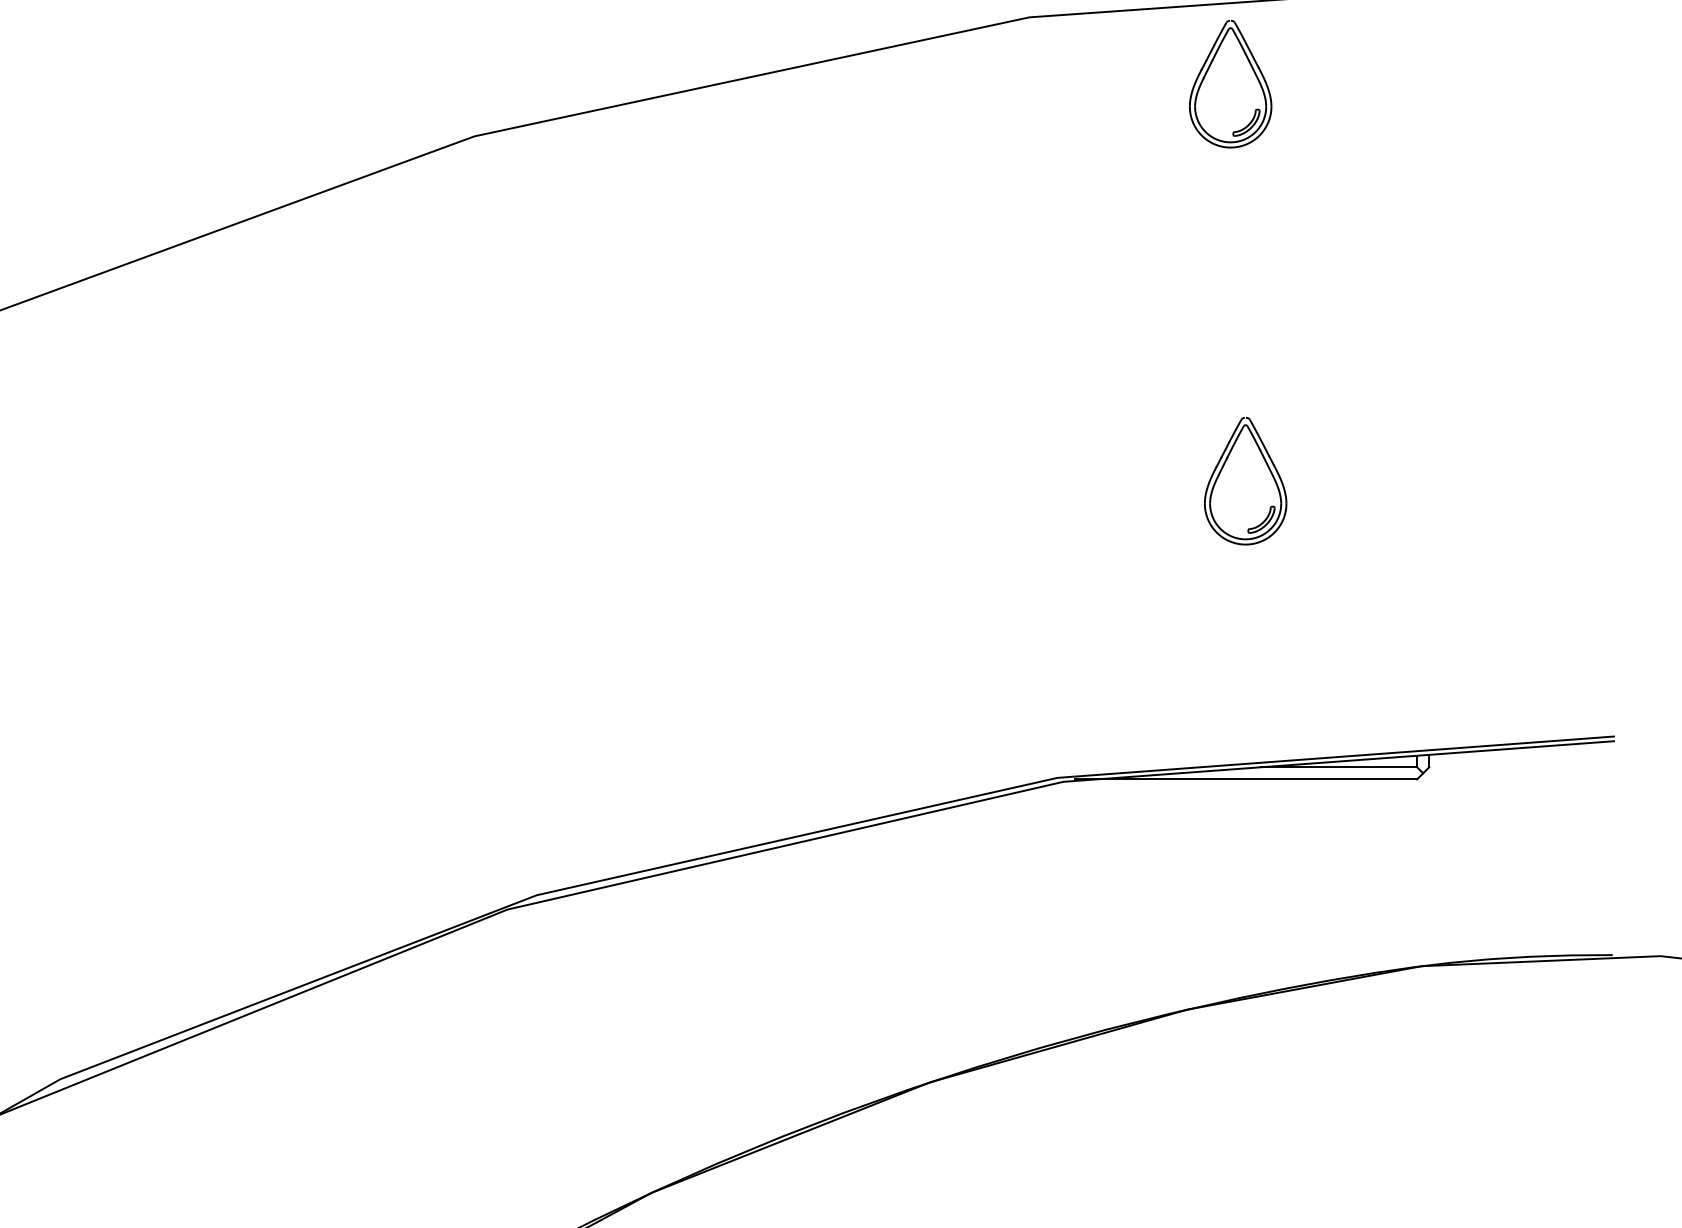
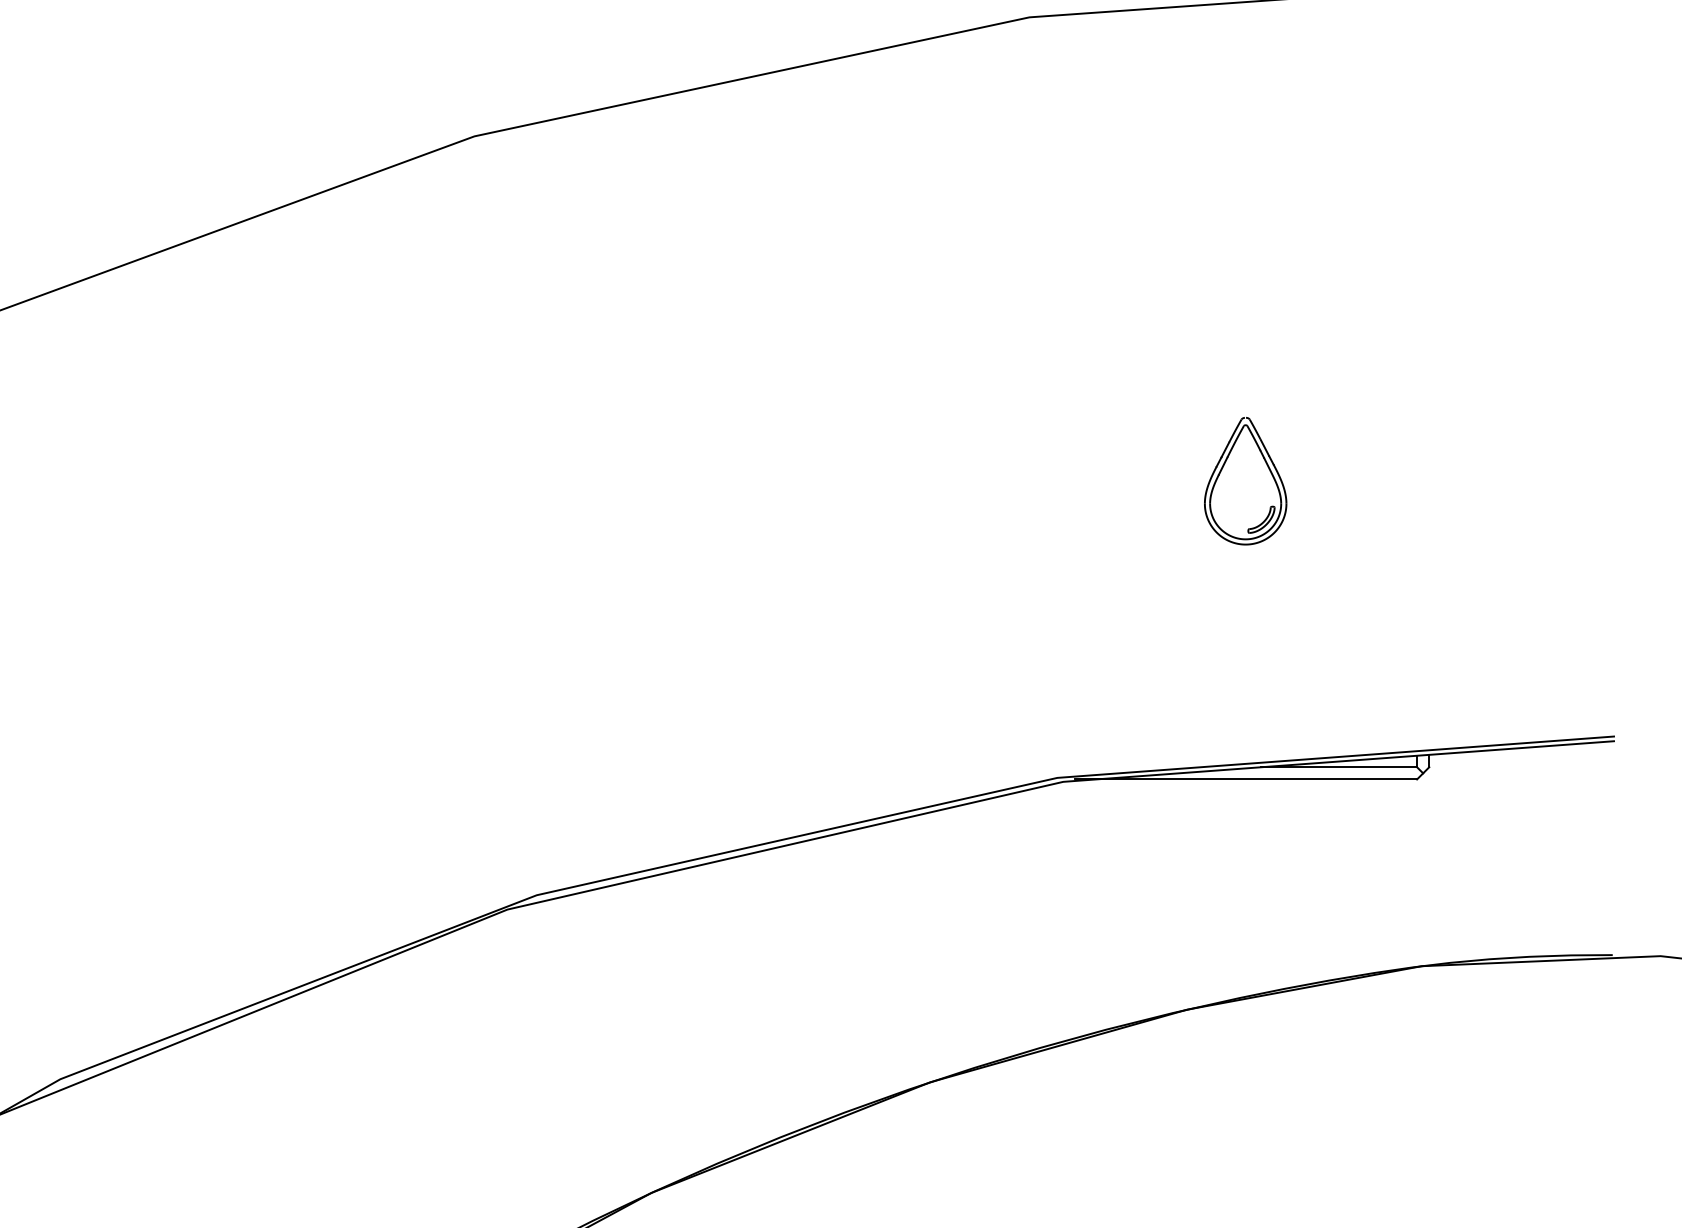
part at (1230, 84): present -> none
